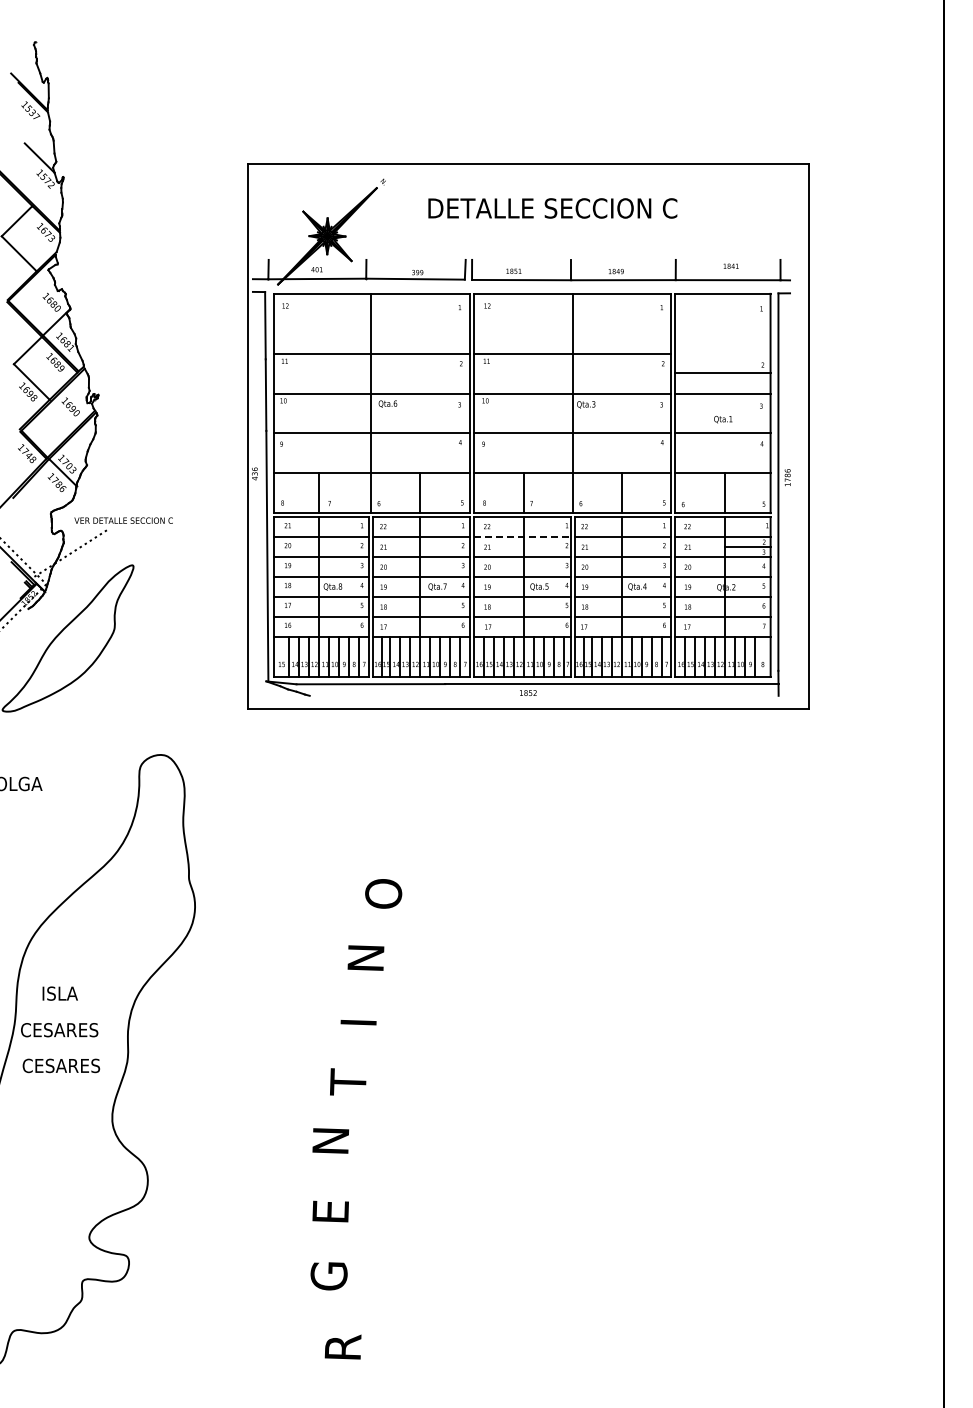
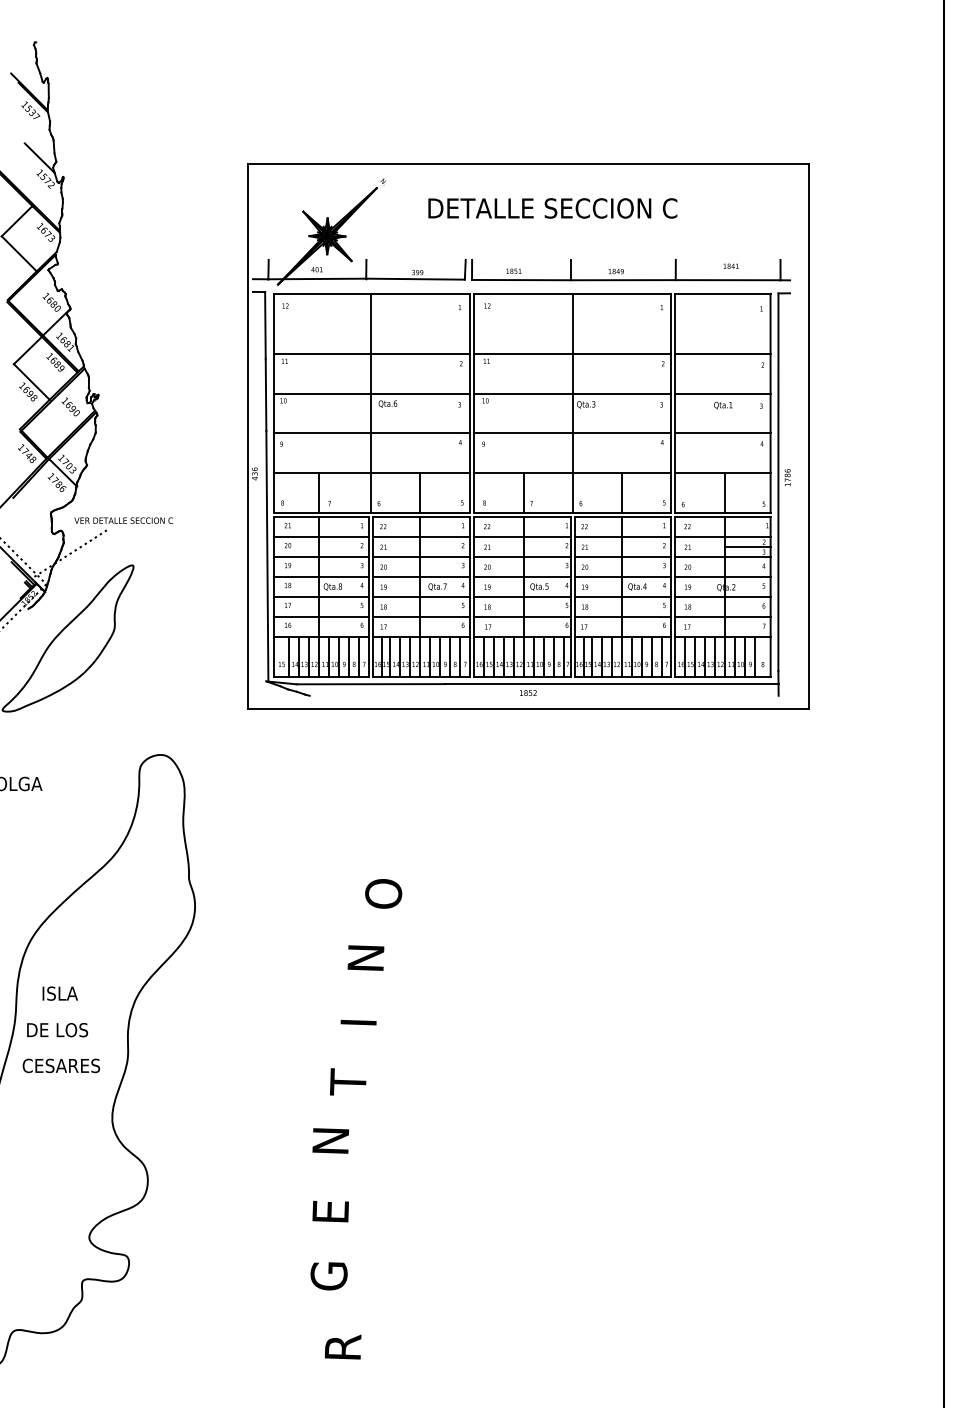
line at (722, 372) position: (722, 372) -> (722, 353)
text at (723, 419) position: (723, 419) -> (723, 405)
line at (522, 537): dashed -> solid
text at (59, 1030): CESARES -> DE LOS
